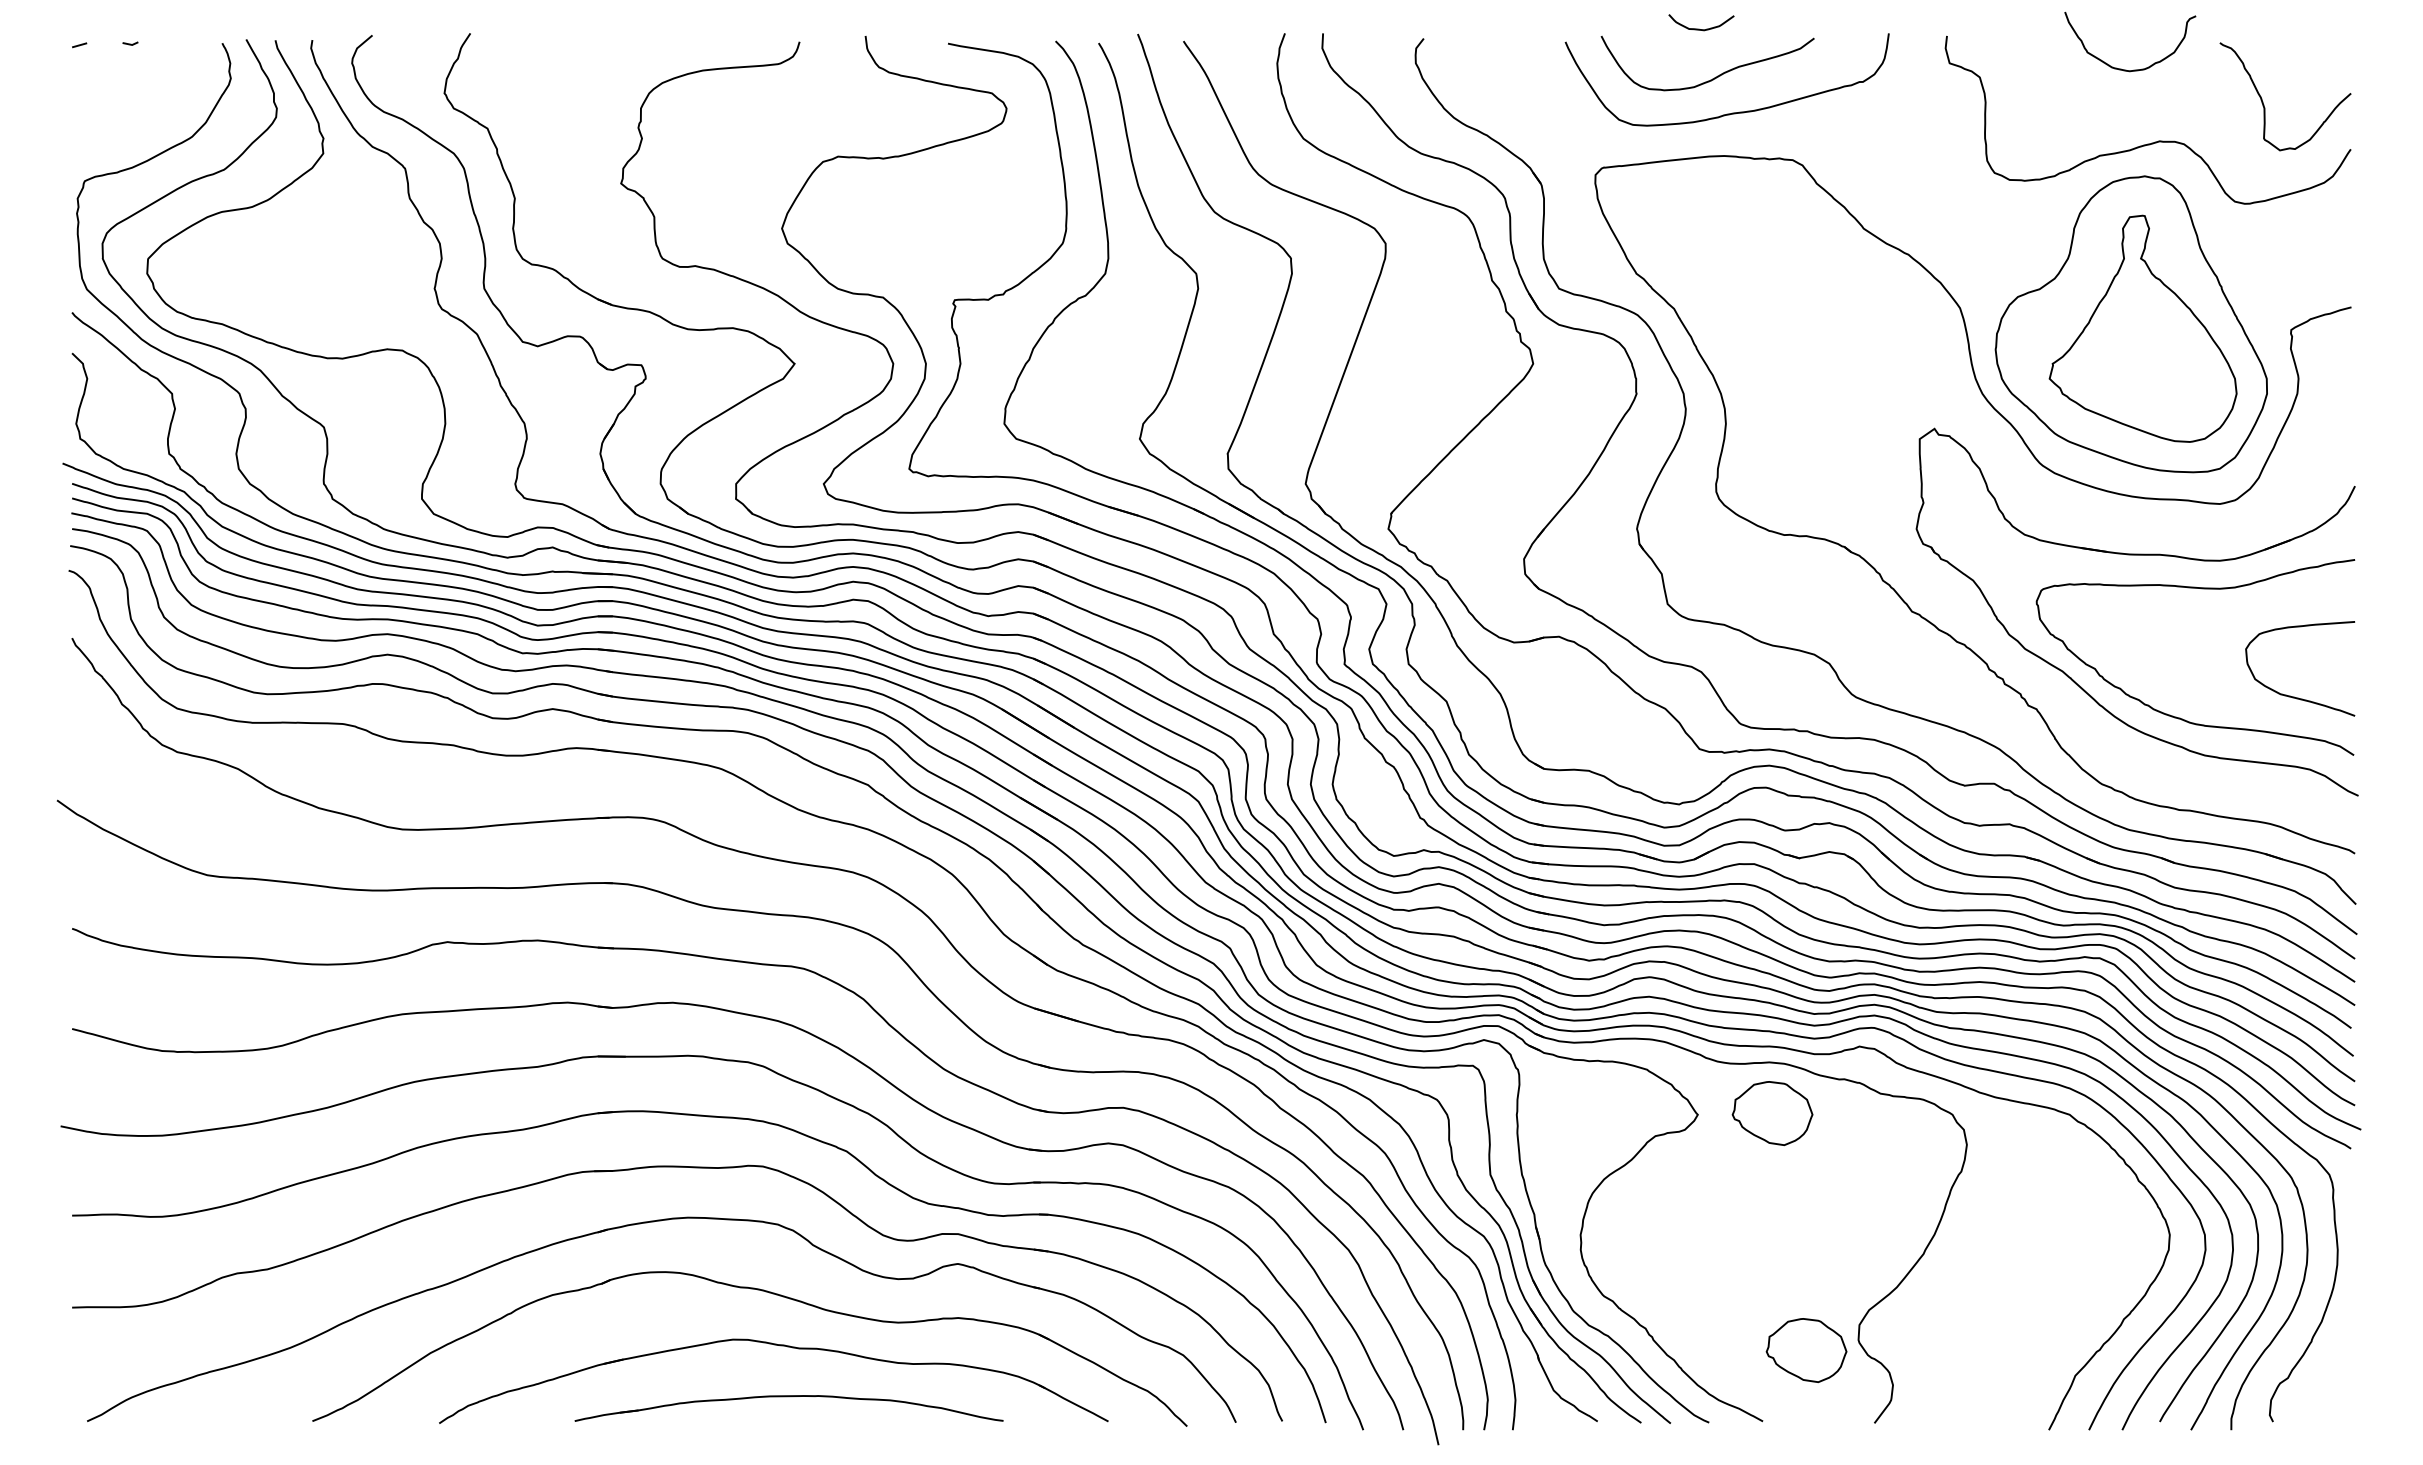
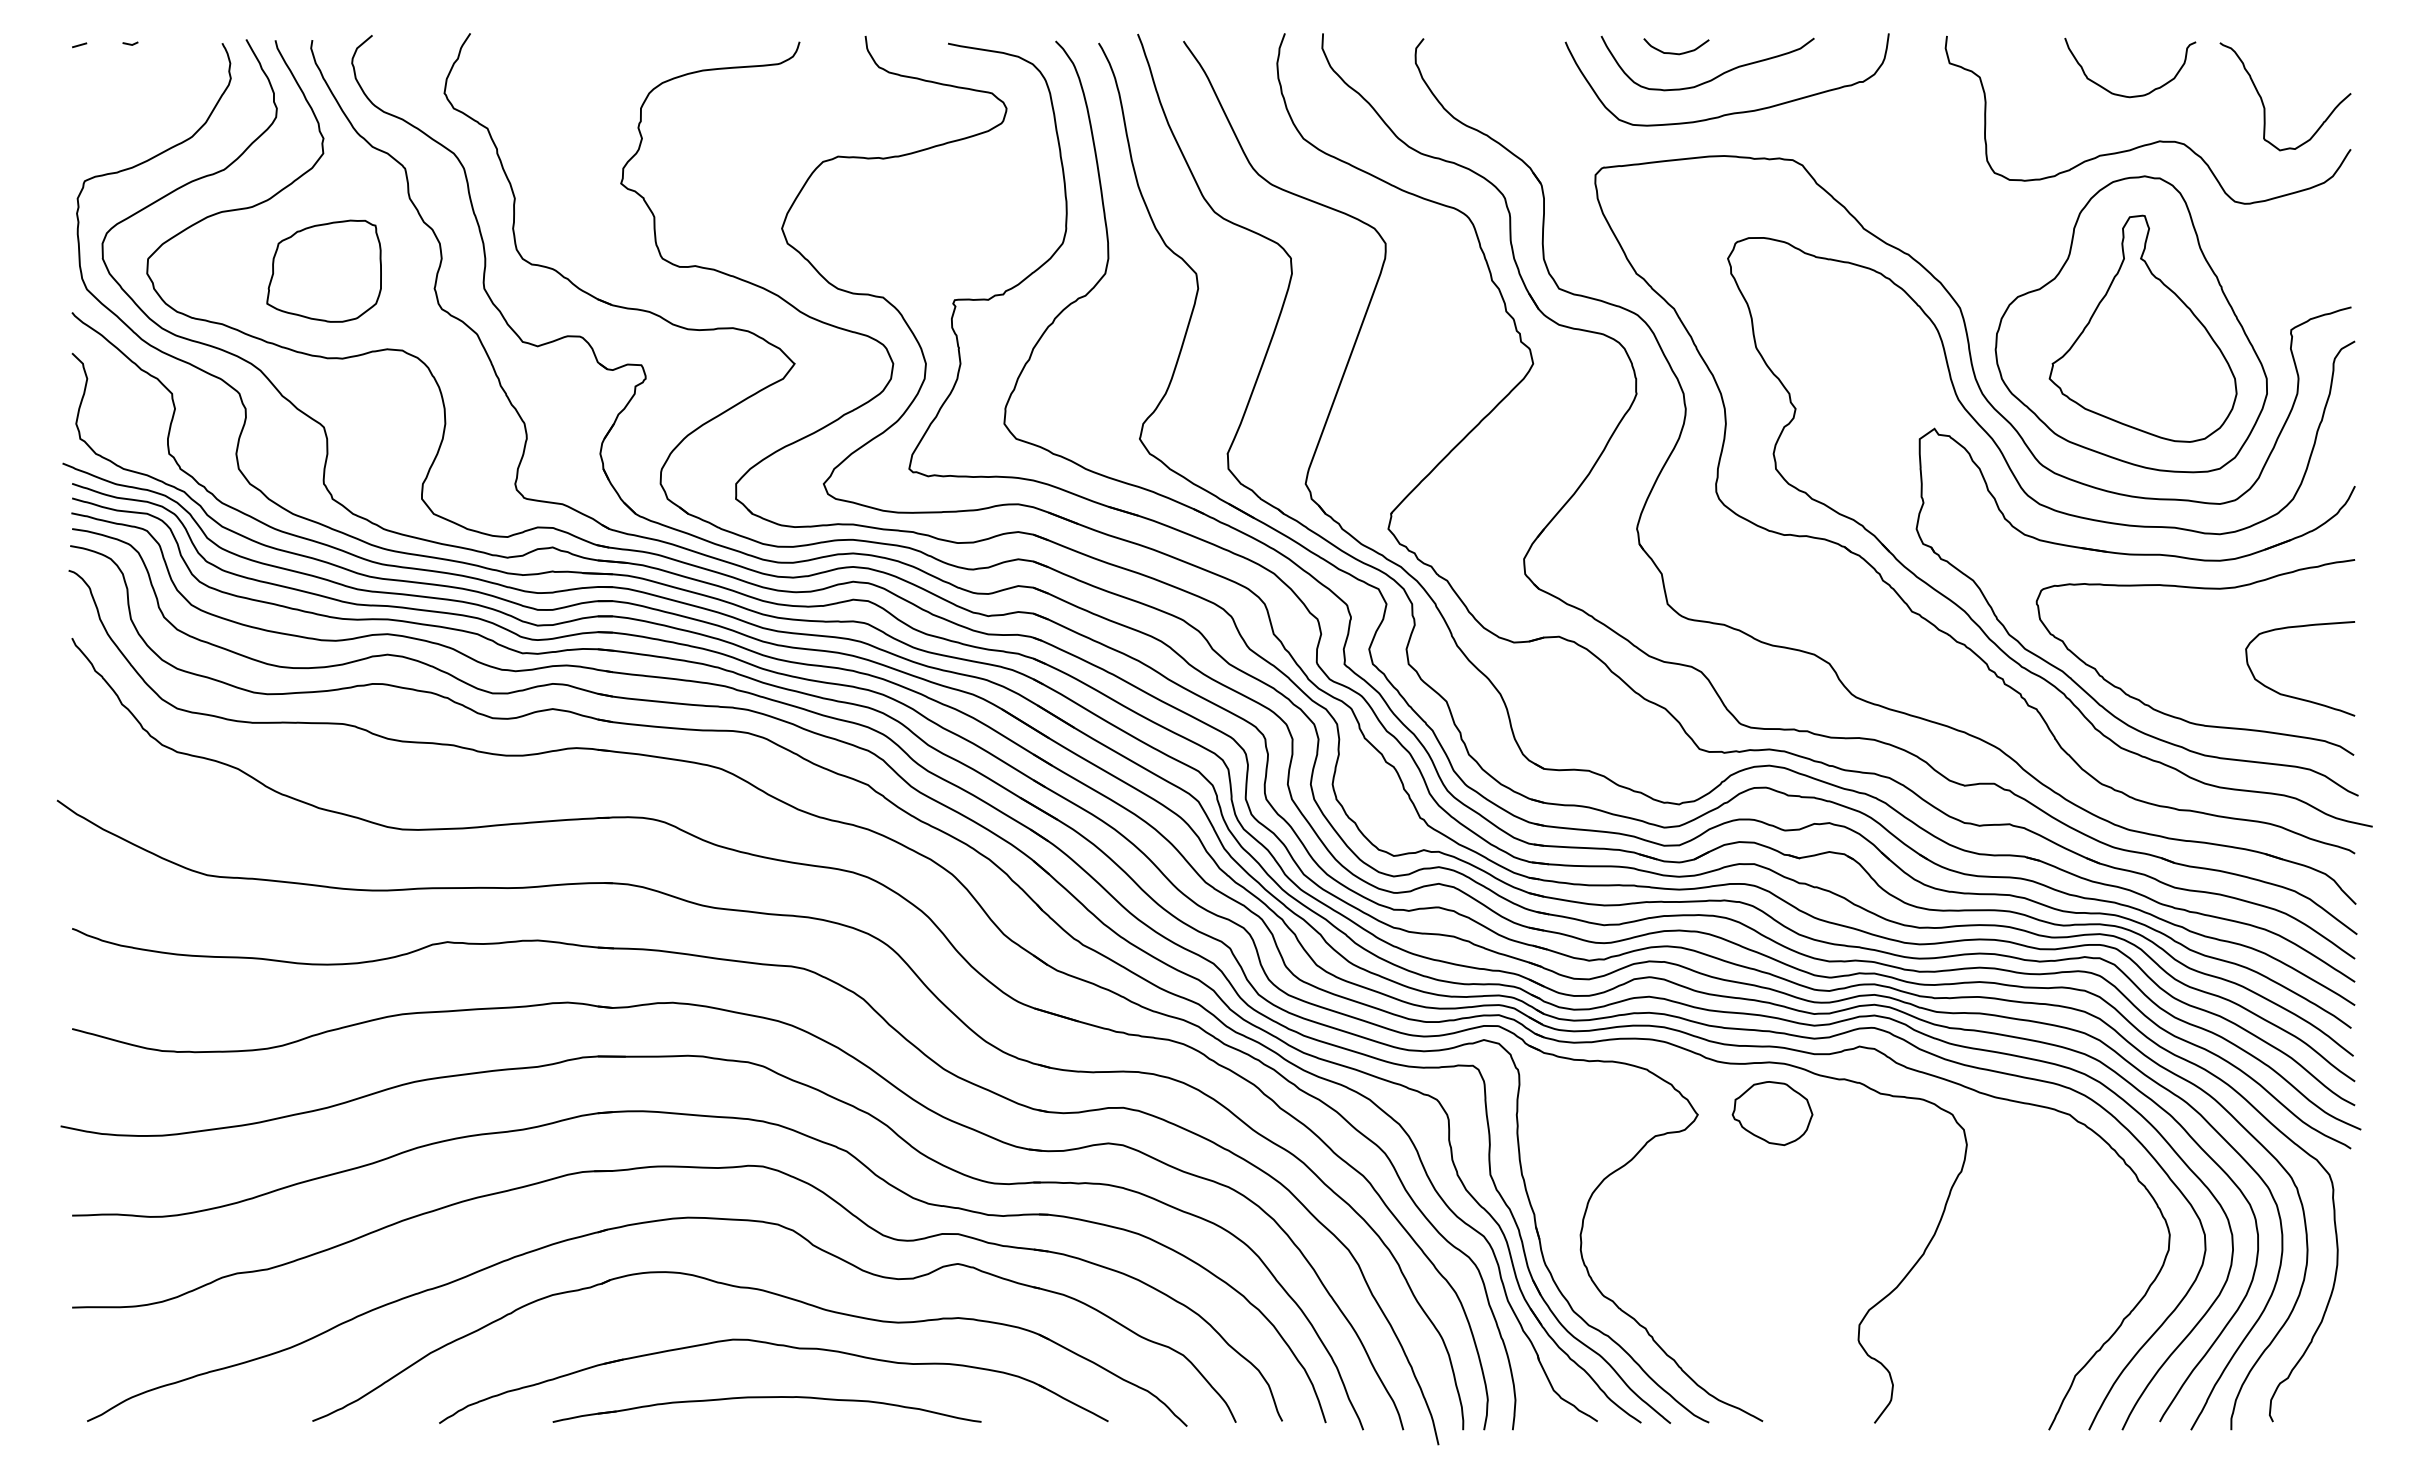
curve at (1699, 28) position: (1699, 28) -> (1674, 52)
curve at (2133, 69) position: (2133, 69) -> (2133, 95)
part at (323, 270): none -> present
part at (2057, 512): none -> present
part at (1806, 1350): present -> none
part at (788, 1397) position: (788, 1397) -> (766, 1398)
